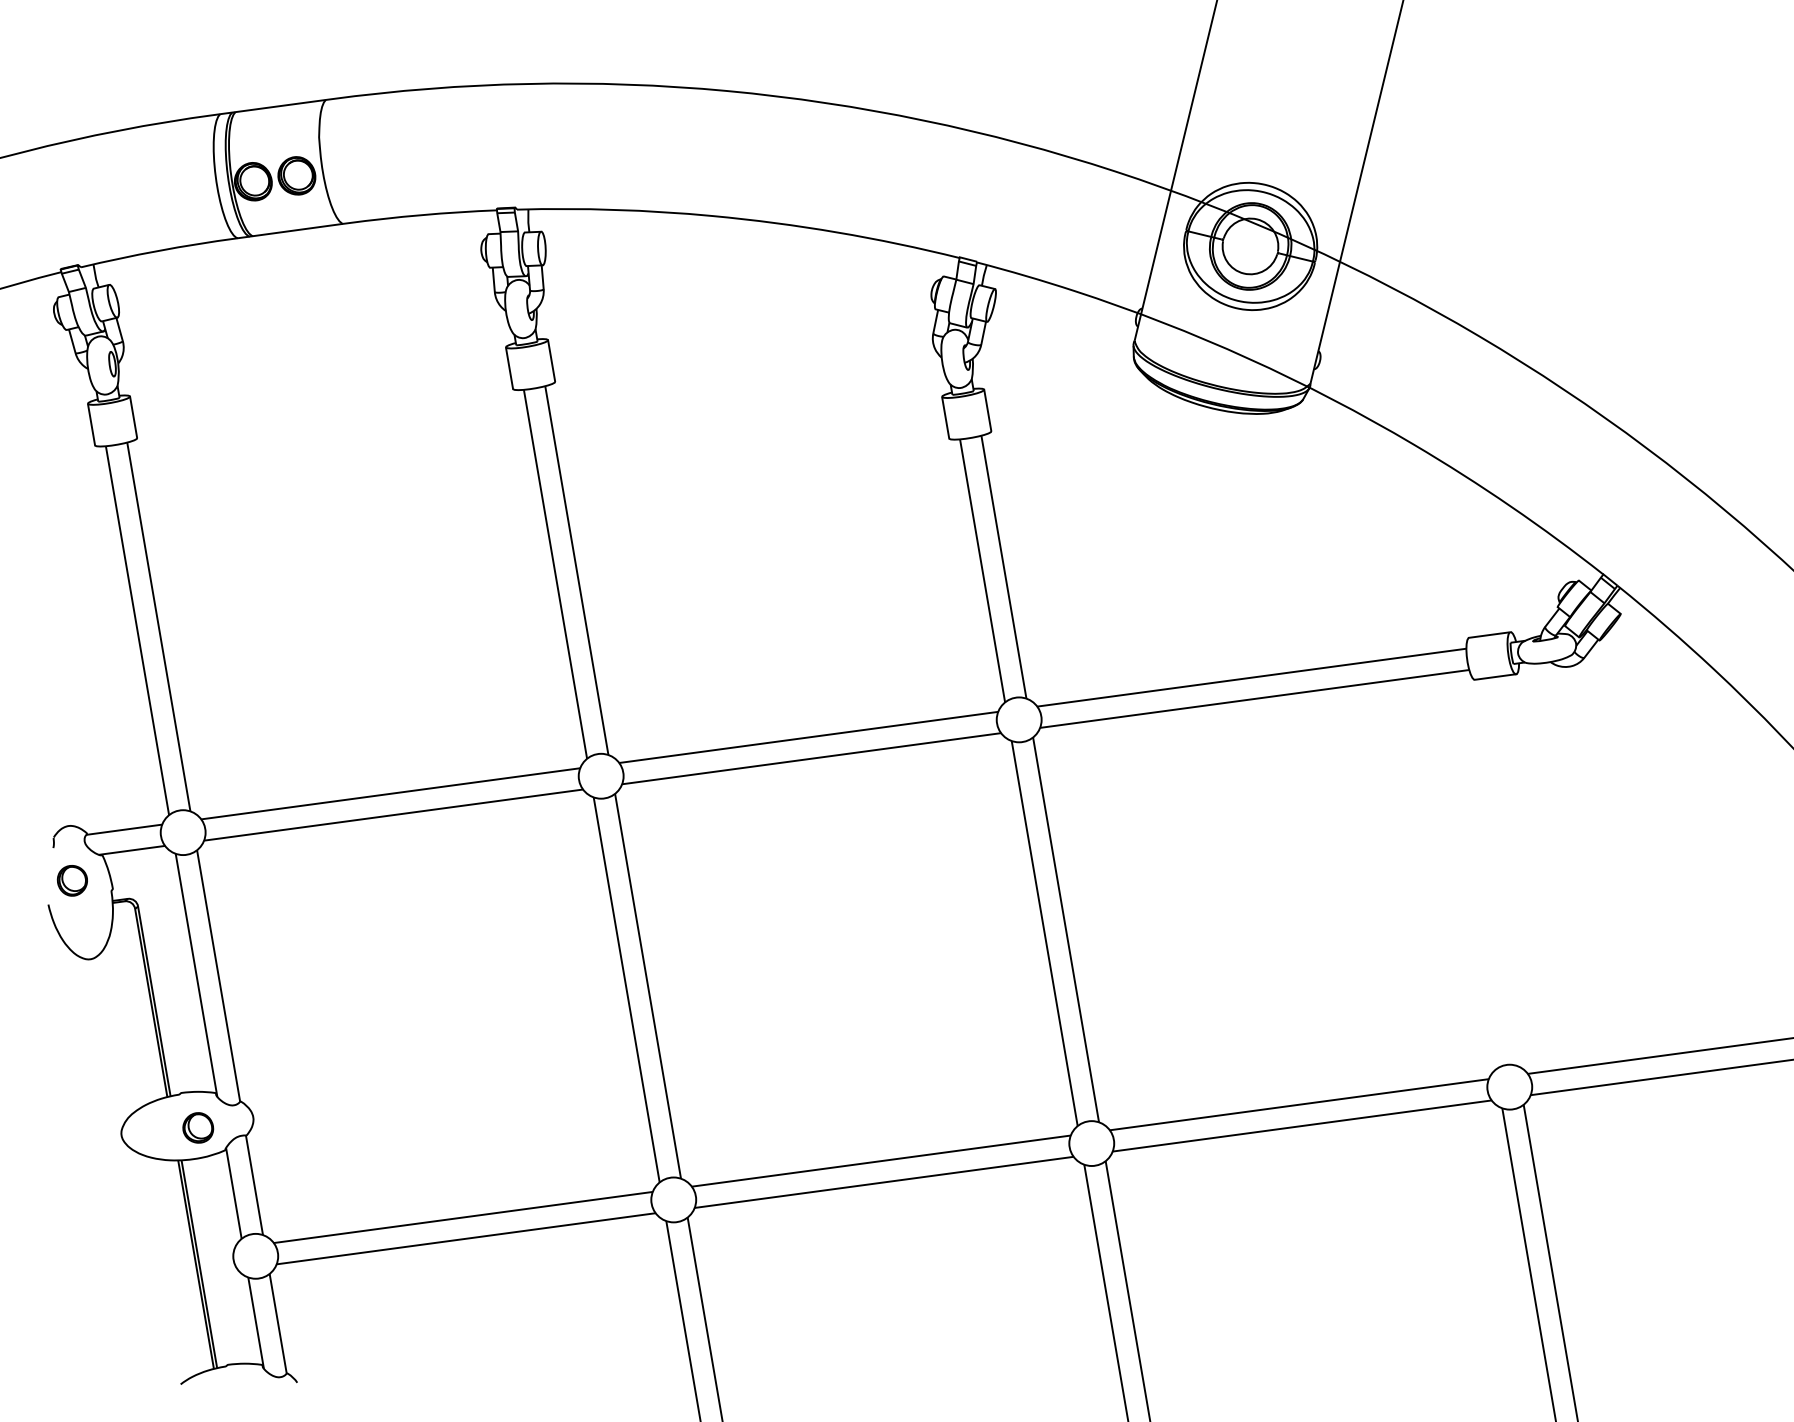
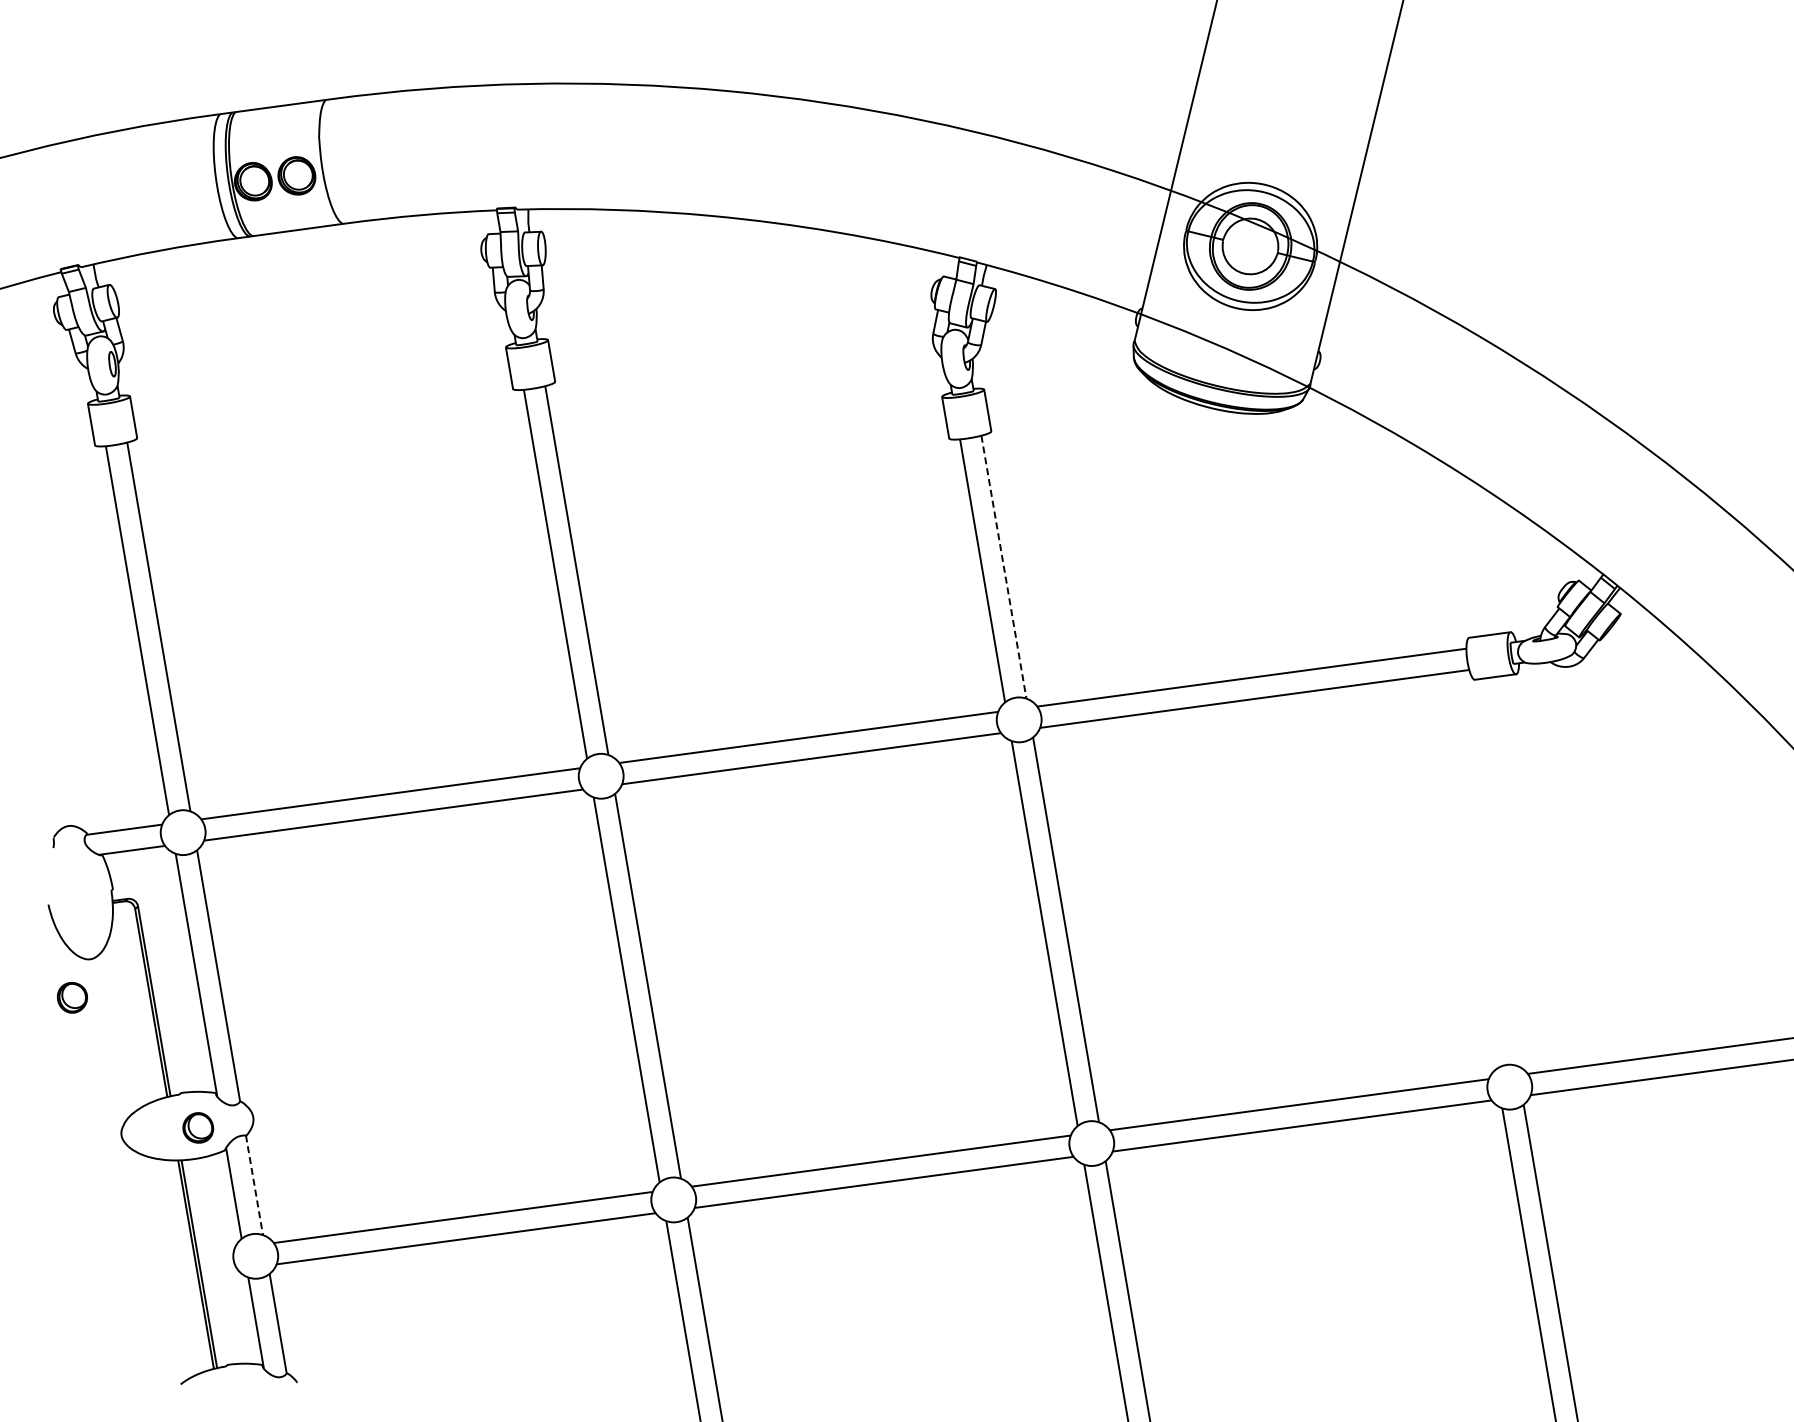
line at (1004, 567): solid -> dashed
part at (71, 880) position: (71, 880) -> (71, 997)
line at (254, 1185): solid -> dashed
